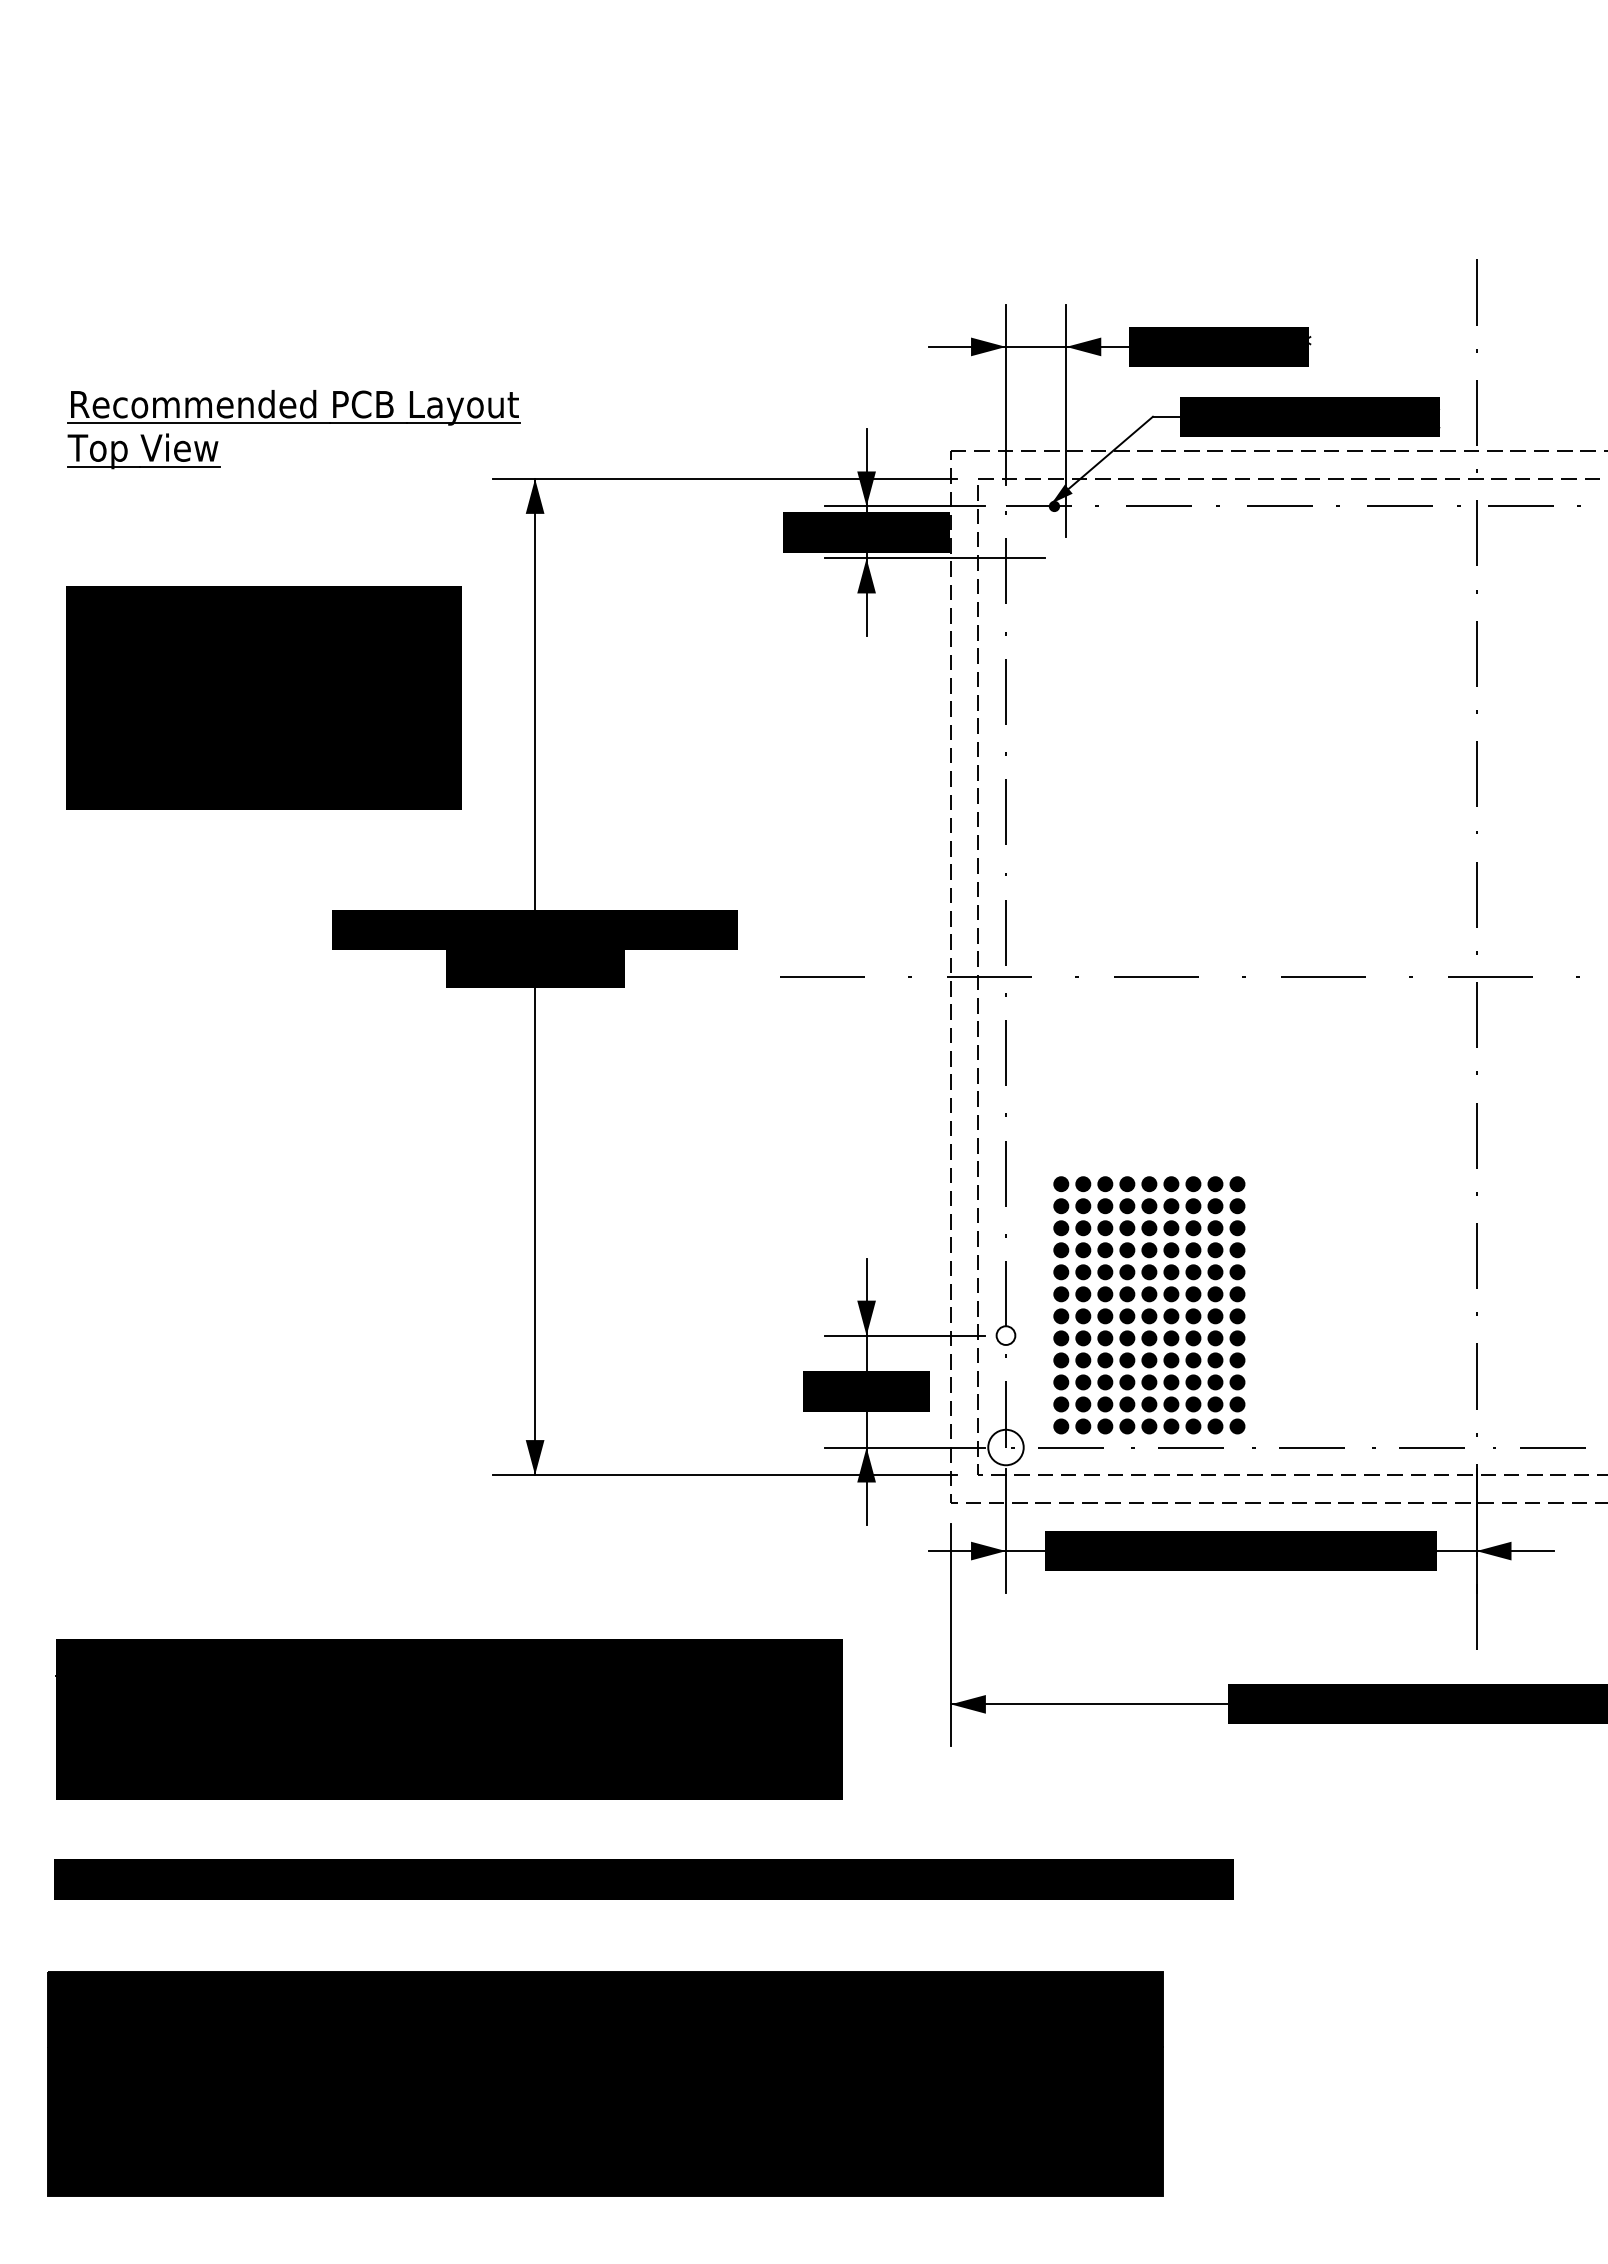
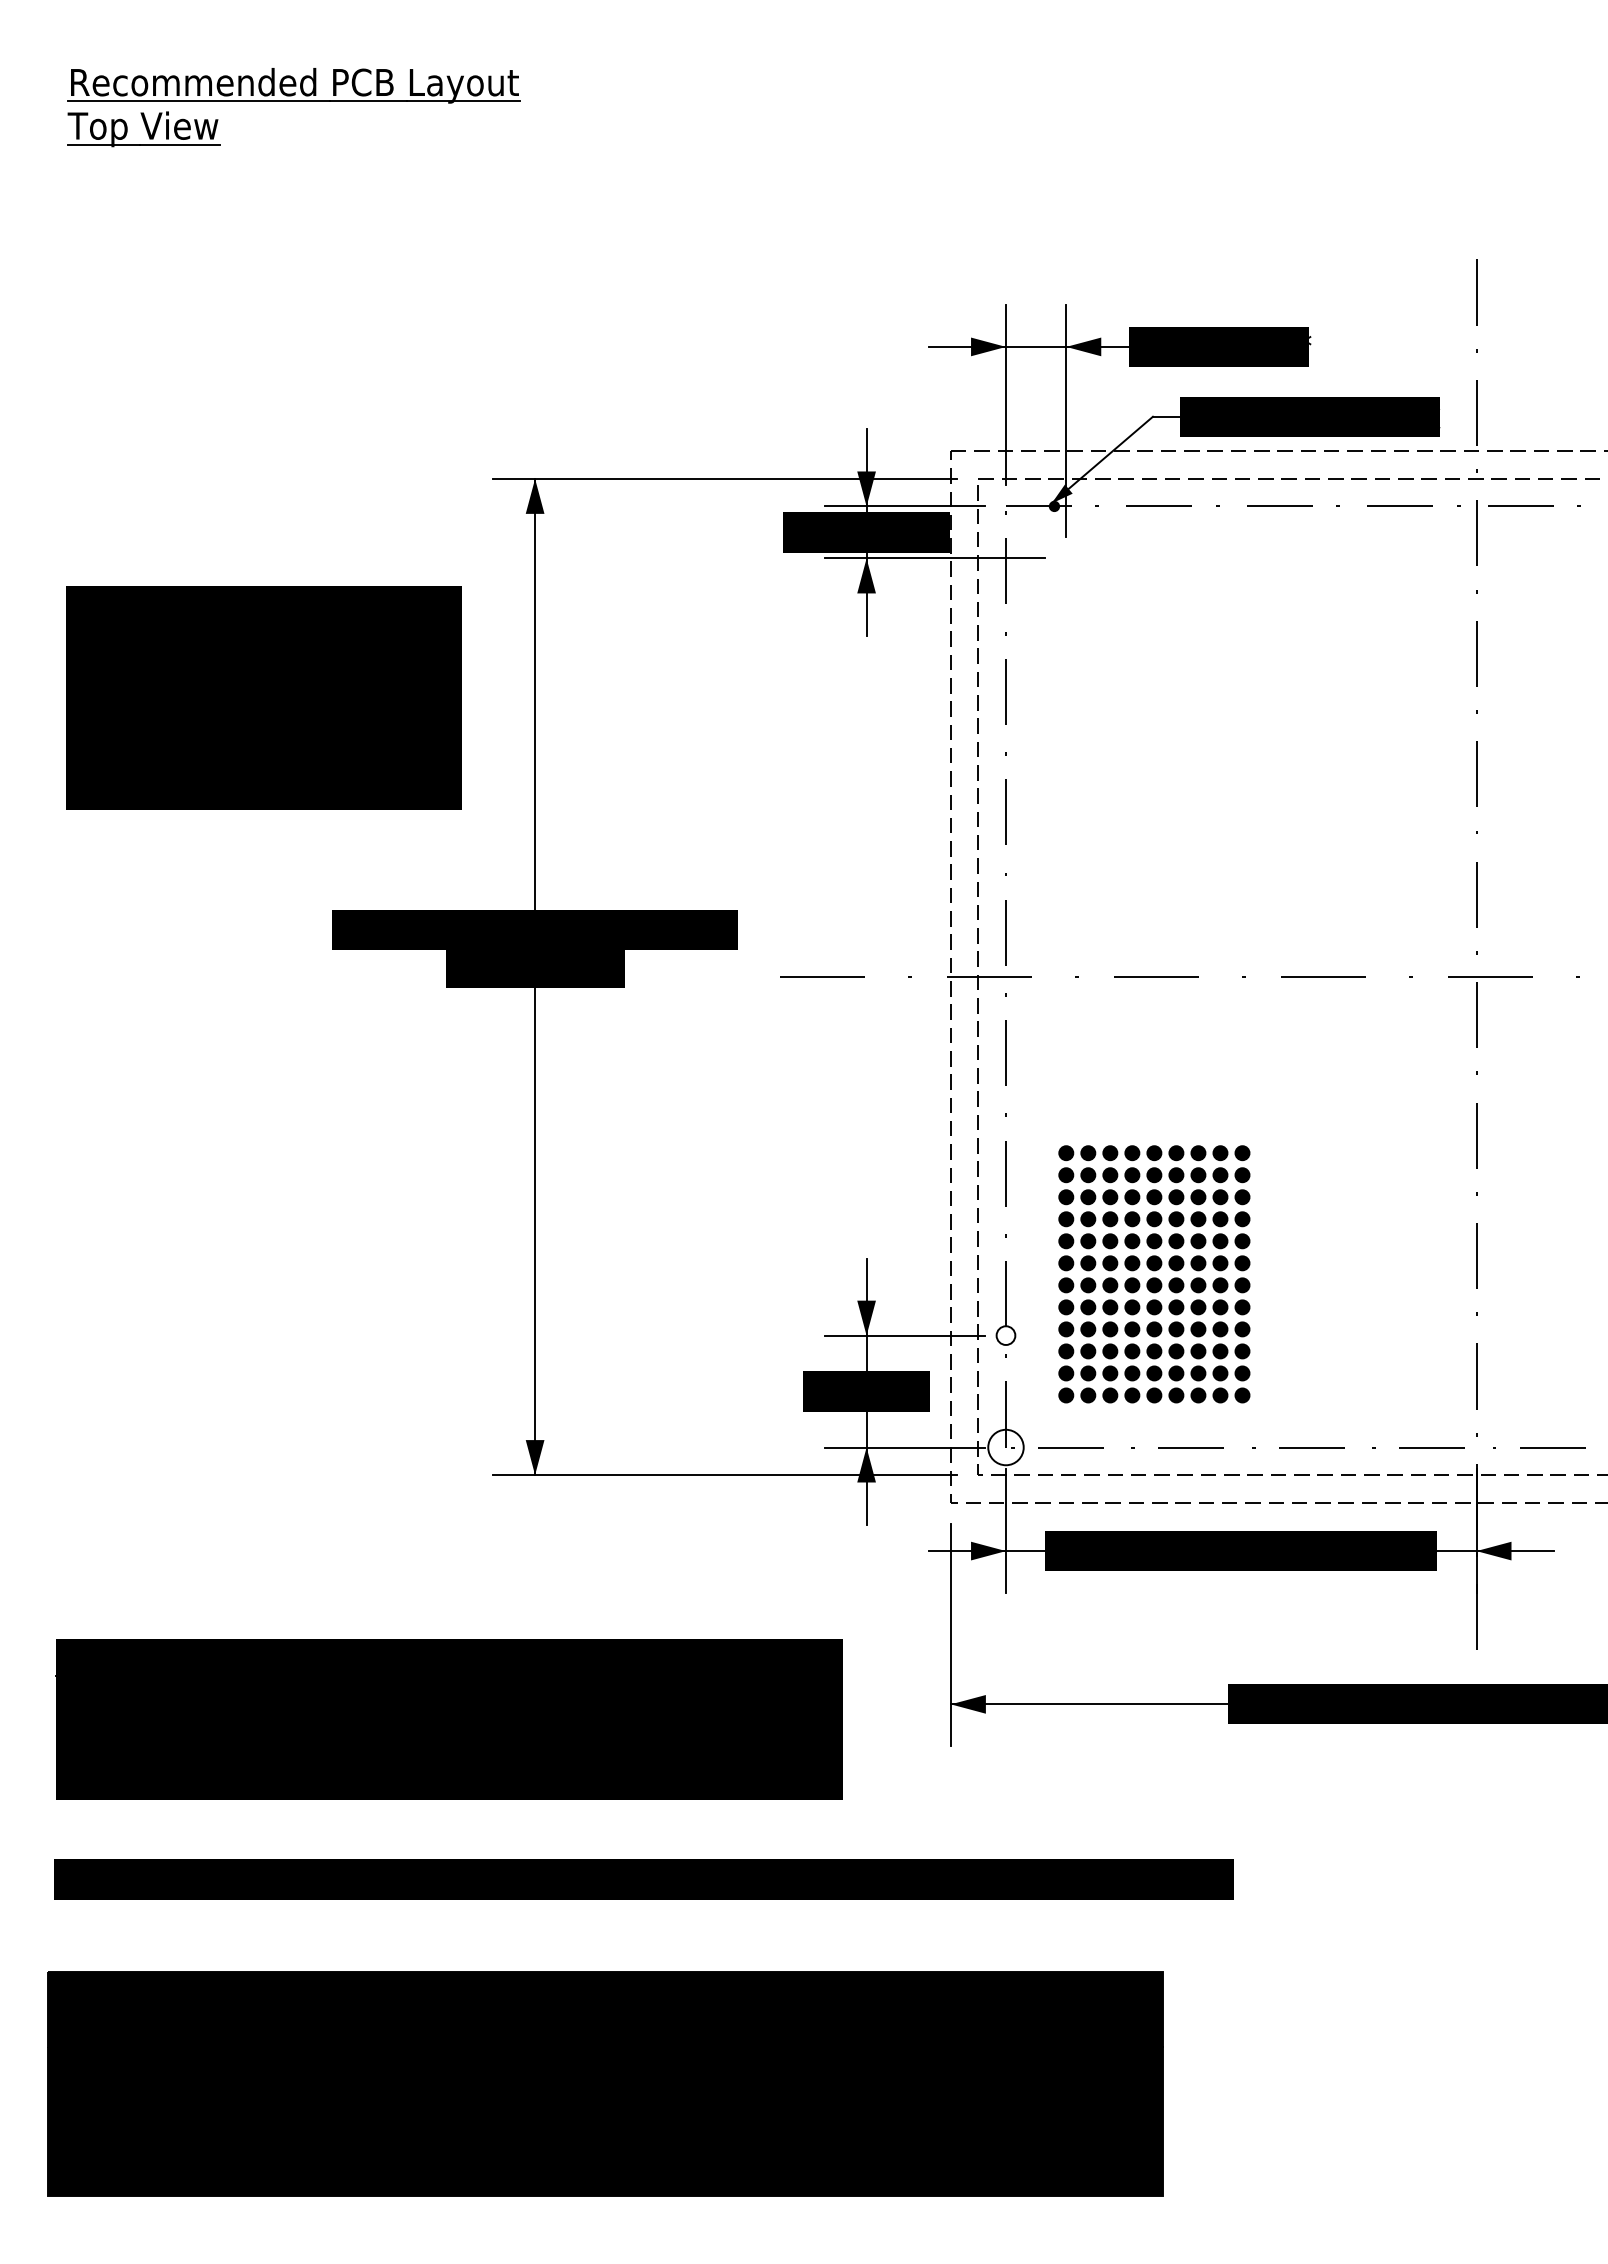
part at (293, 429) position: (293, 429) -> (293, 107)
part at (1149, 1305) position: (1149, 1305) -> (1154, 1274)
